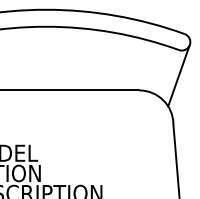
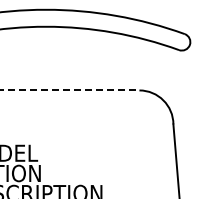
line at (178, 76): present -> none
line at (70, 90): solid -> dashed
